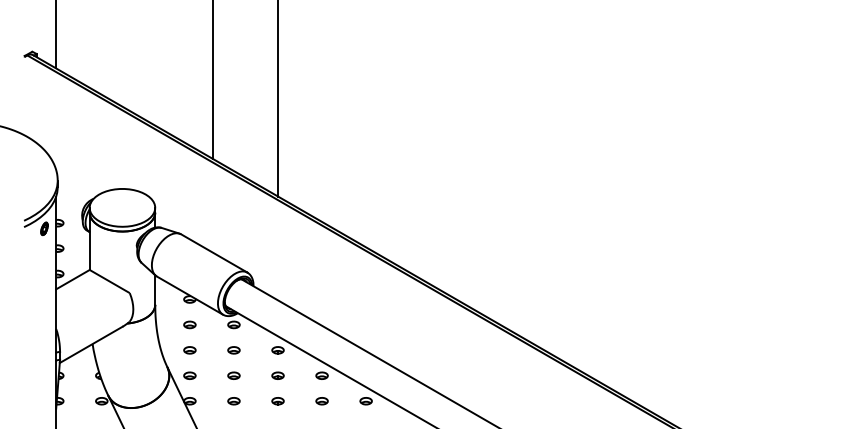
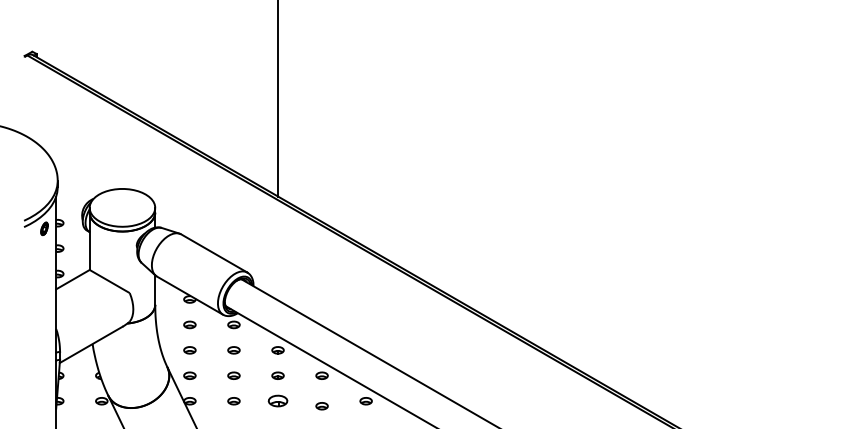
line at (56, 35): present -> none
line at (212, 80): present -> none
part at (277, 401) size: 14x9 px -> 22x14 px
part at (321, 401) position: (321, 401) -> (321, 406)
